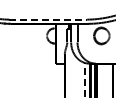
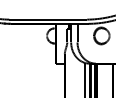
line at (48, 19): dashed -> solid
line at (84, 79): dashed -> solid
